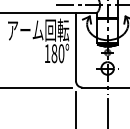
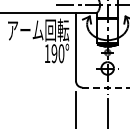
text at (54, 53): 180° -> 190°
line at (36, 87): present -> none
line at (106, 87): solid -> dashed
